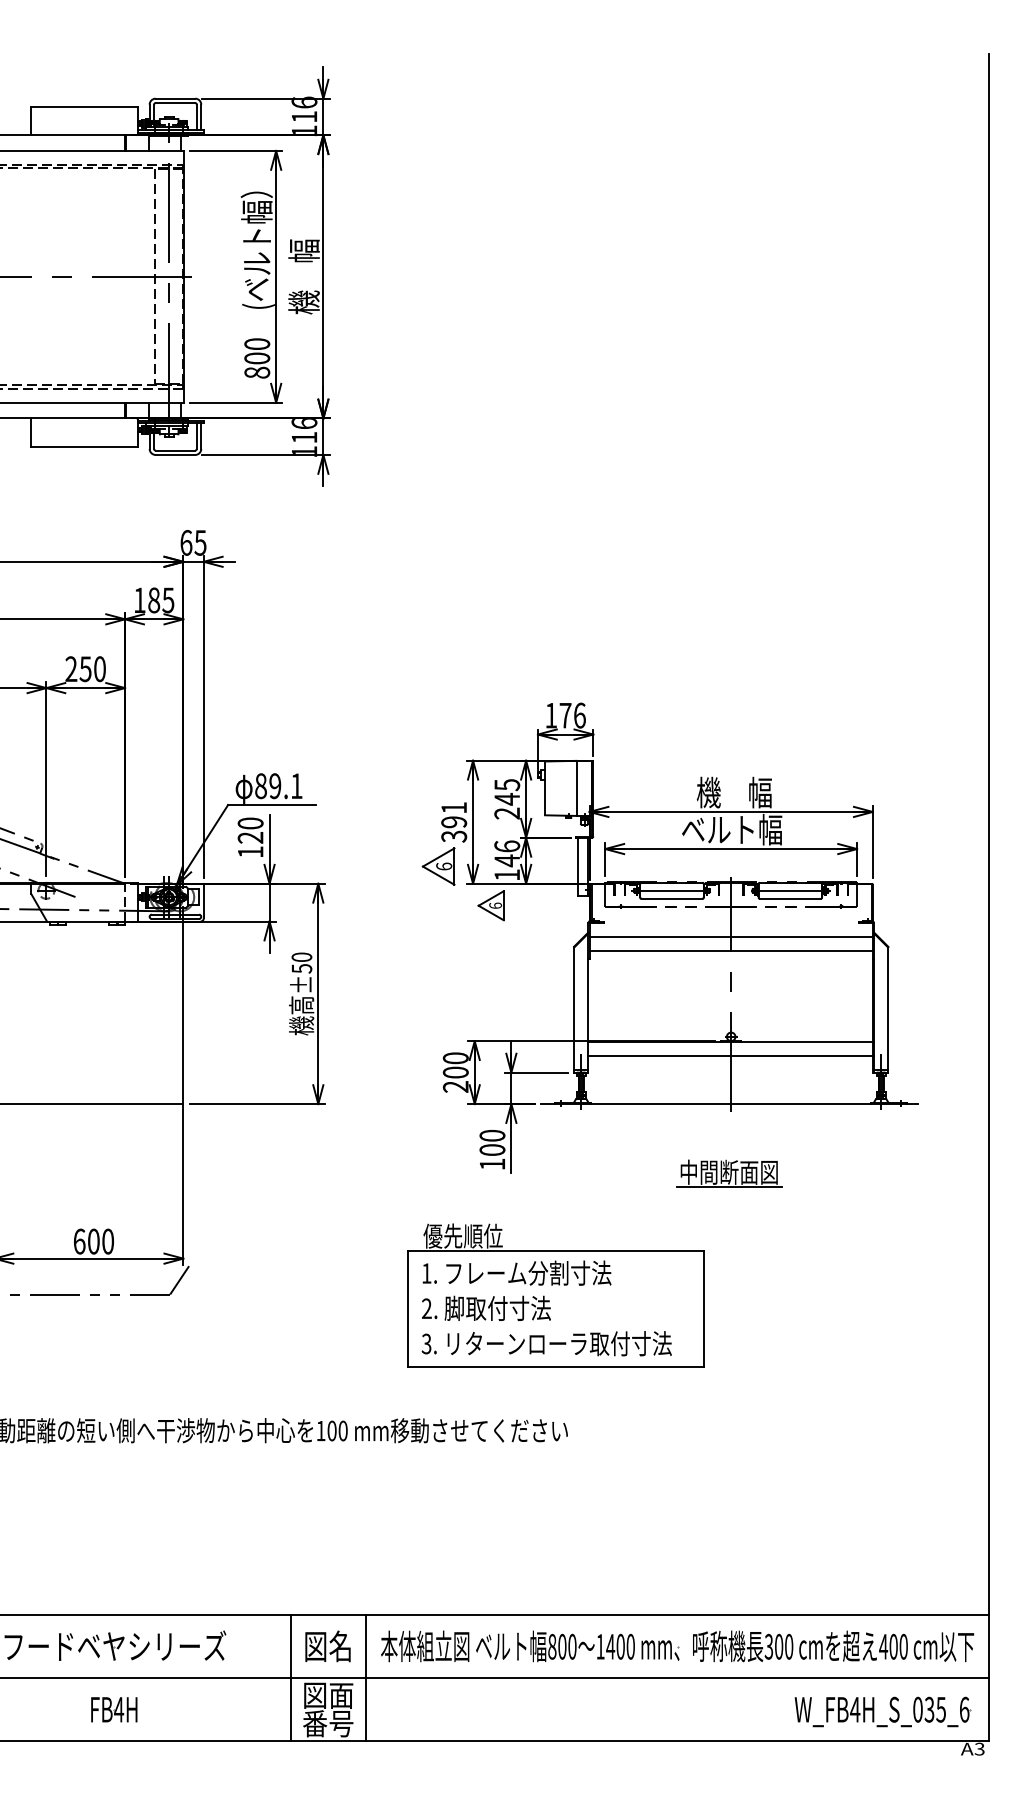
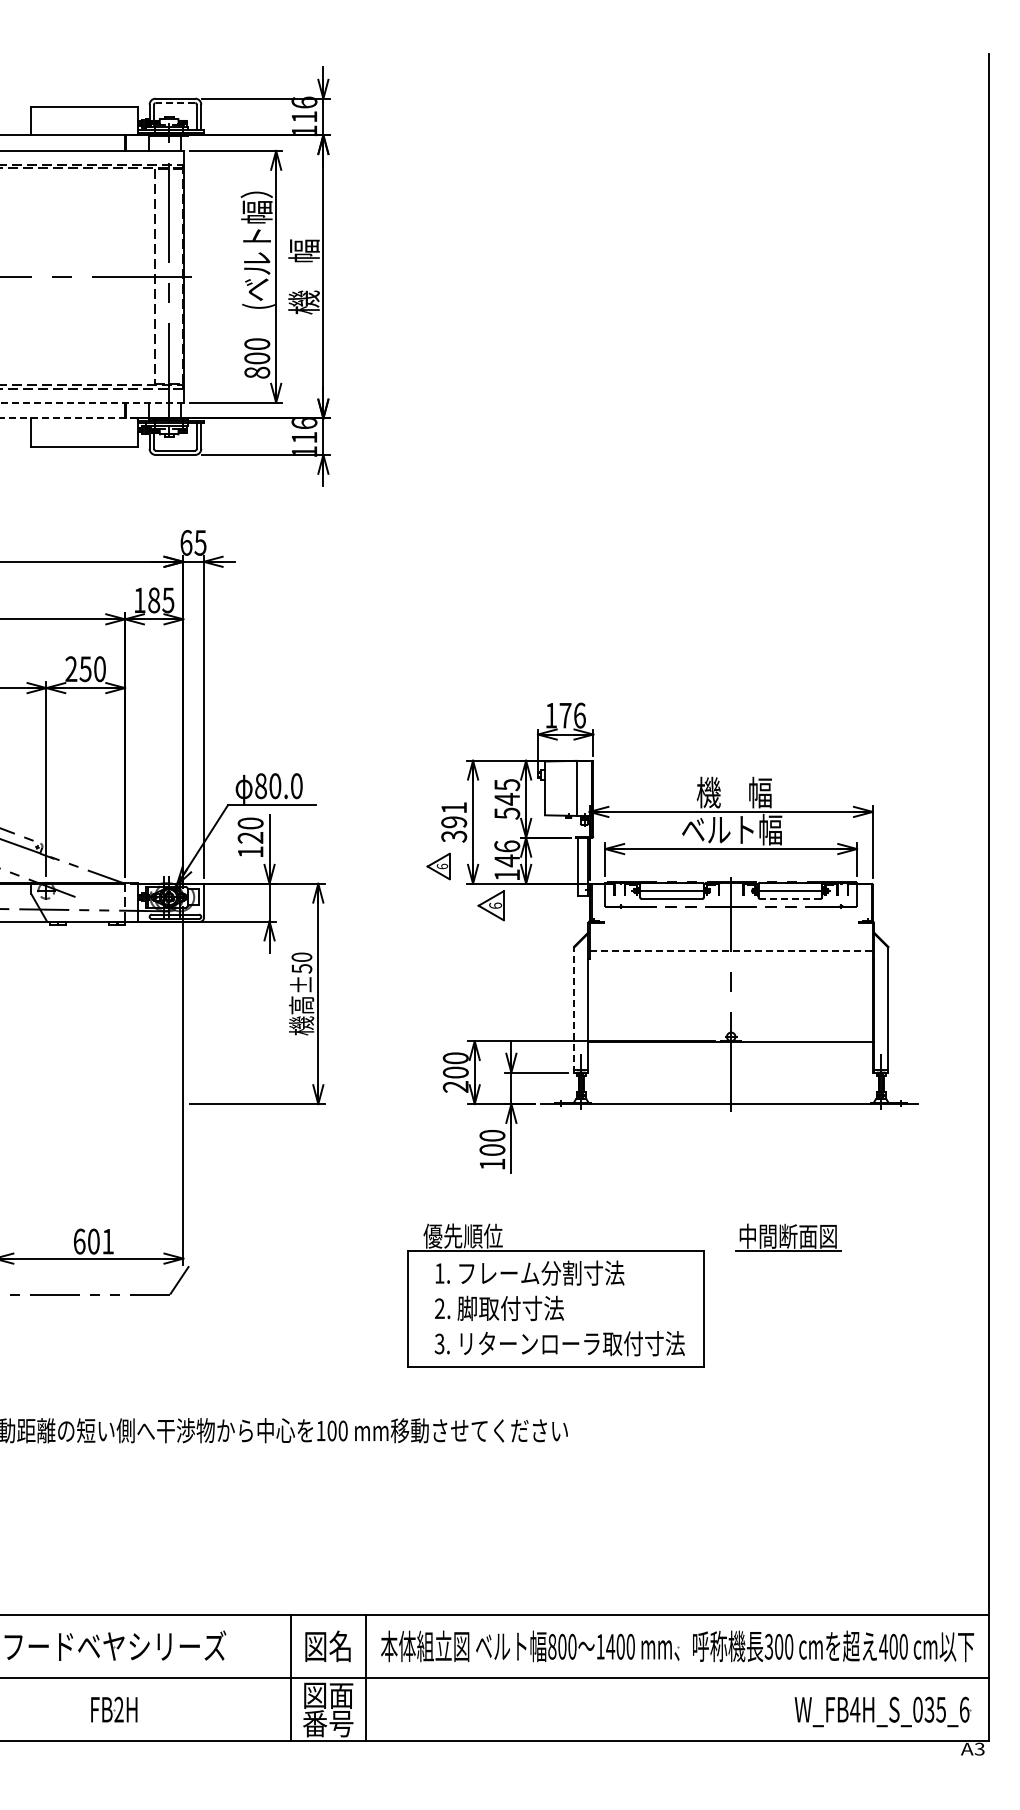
line at (175, 103): solid -> dashed
line at (91, 402): solid -> dashed
line at (68, 418): solid -> dashed
text at (285, 786): 89.1 -> 80.0
text at (507, 813): 245 -> 545
part at (438, 866) size: 35x39 px -> 25x29 px
line at (789, 898): solid -> dashed
line at (730, 937): present -> none
line at (731, 951): solid -> dashed
line at (574, 1009): solid -> dashed
line at (731, 1056): present -> none
line at (92, 1104): present -> none
part at (729, 1173) position: (729, 1173) -> (788, 1237)
text at (108, 1241): 600 -> 601
text at (546, 1308) position: (546, 1308) -> (559, 1308)
text at (119, 1709): FB4H -> FB2H
